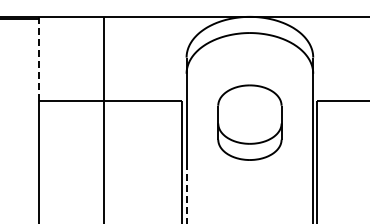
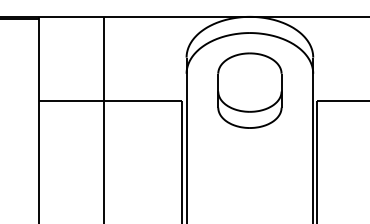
line at (38, 58): dashed -> solid
part at (249, 122) position: (249, 122) -> (249, 90)
line at (186, 194): dashed -> solid
